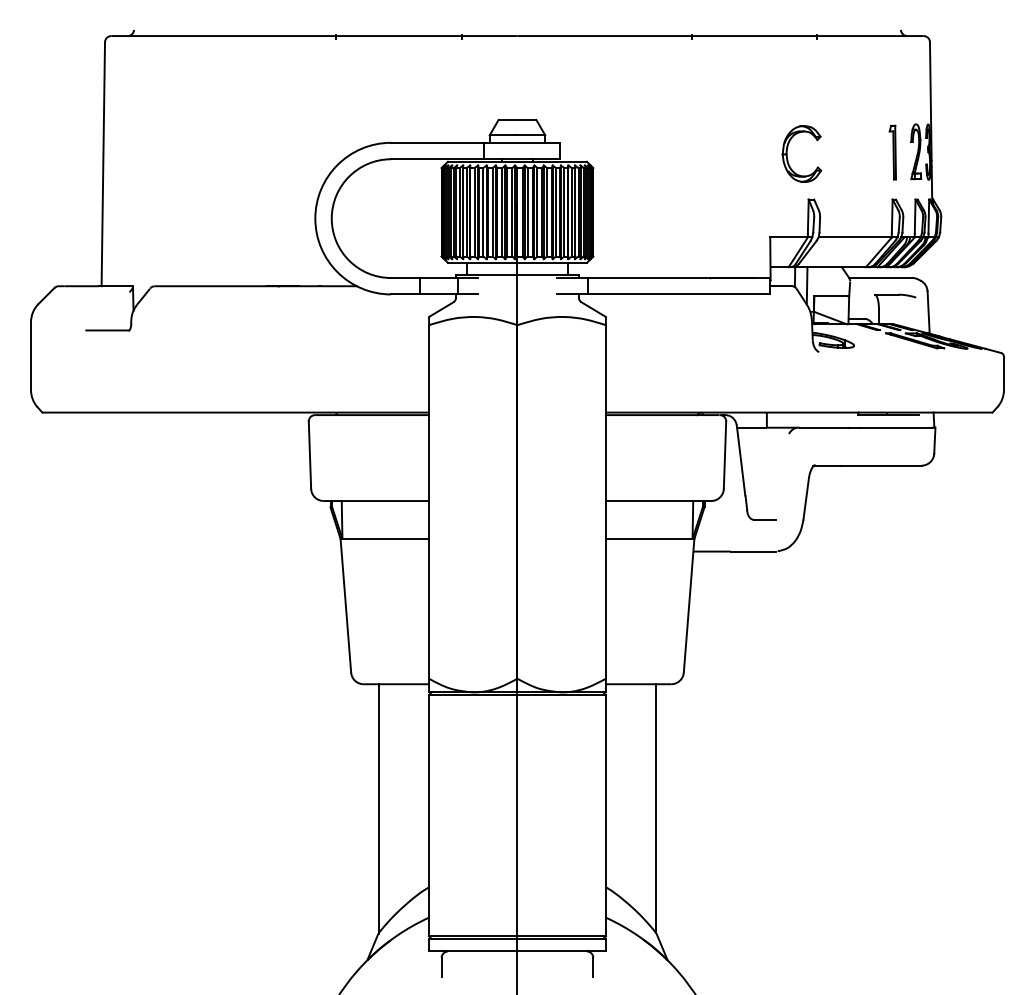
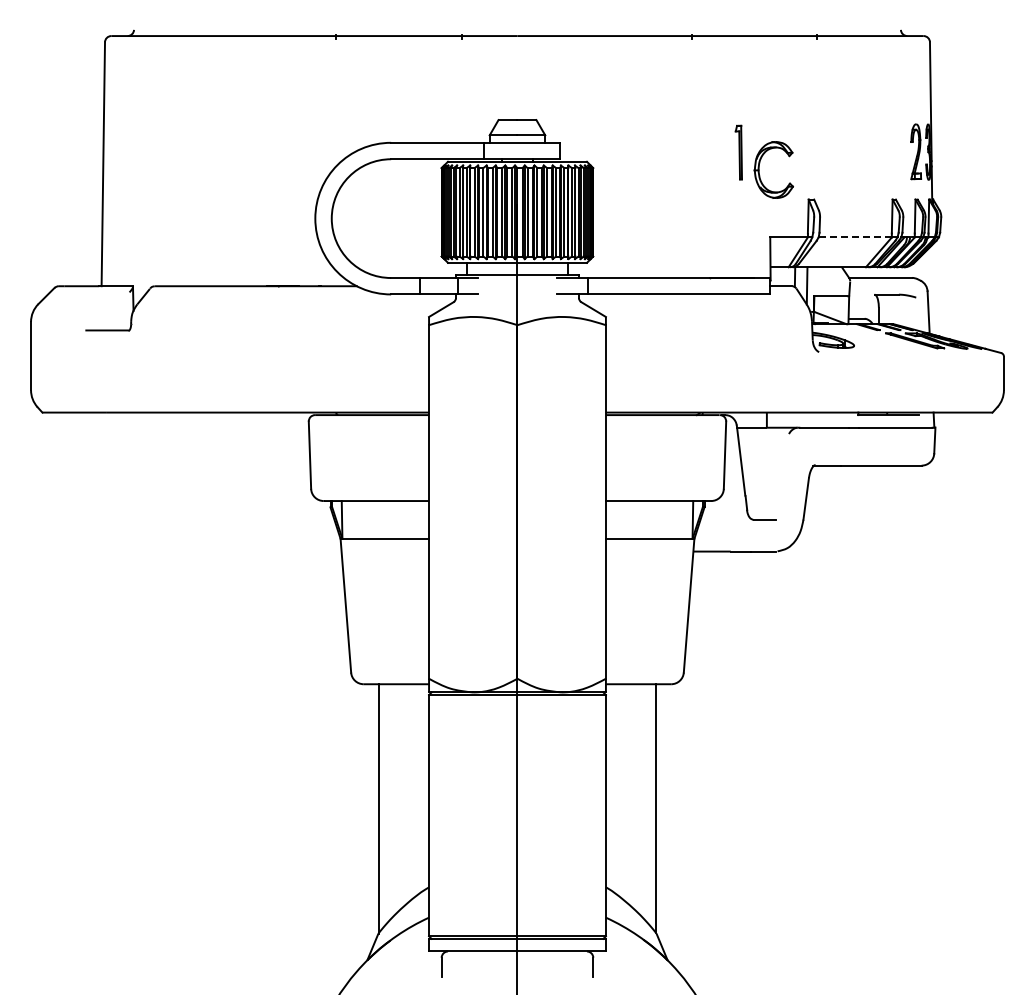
part at (892, 152) position: (892, 152) -> (738, 152)
part at (787, 153) position: (787, 153) -> (759, 169)
line at (855, 237): solid -> dashed
